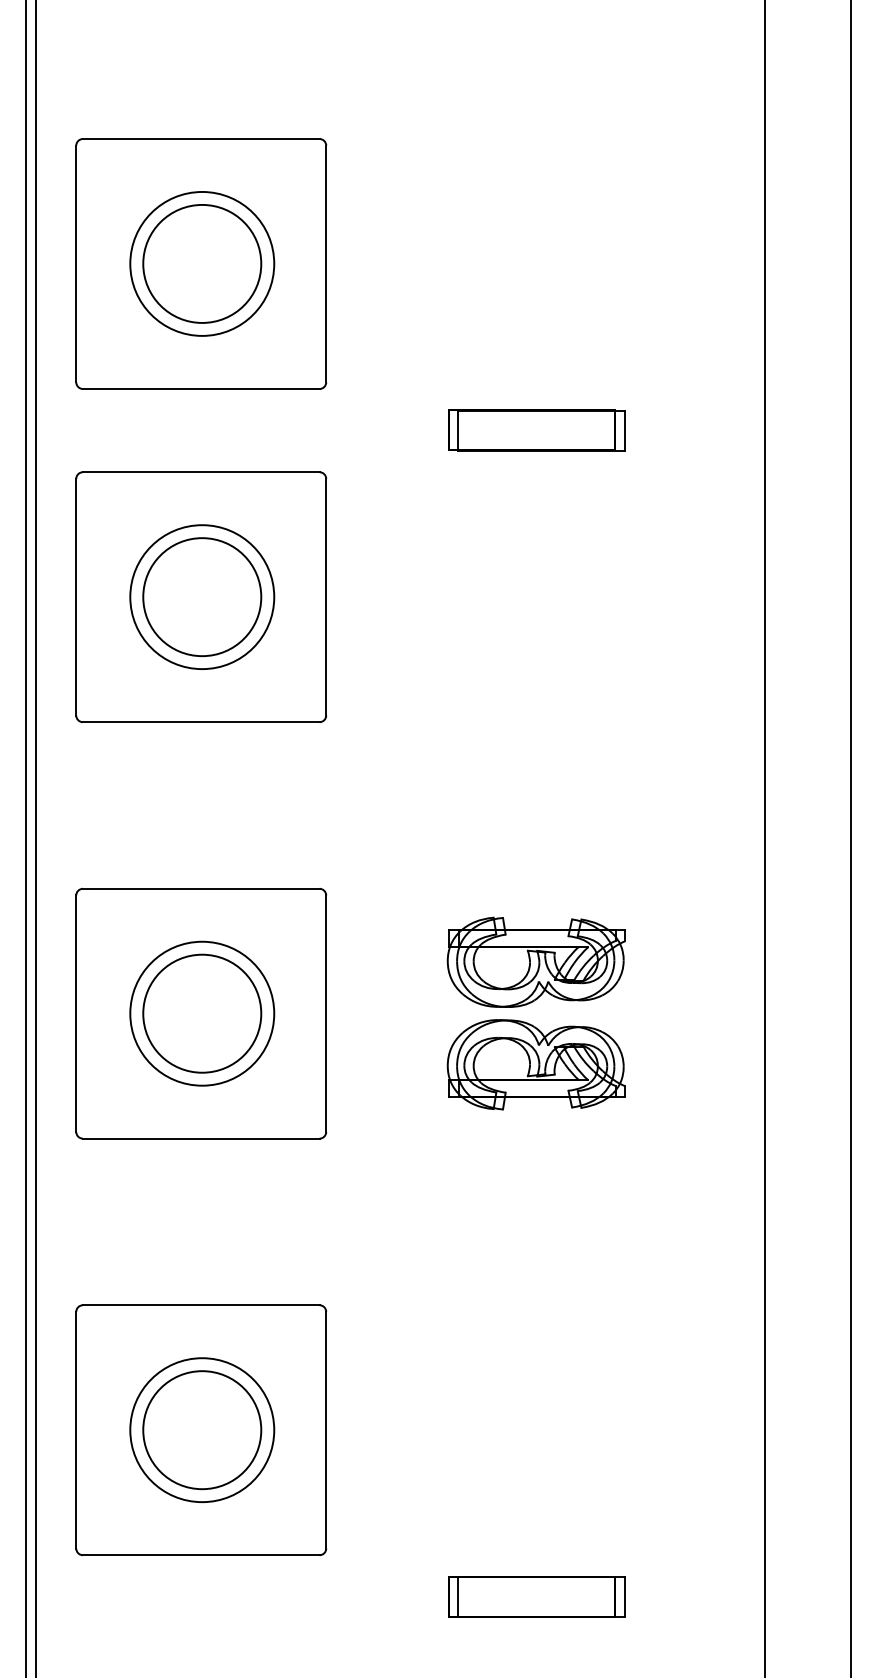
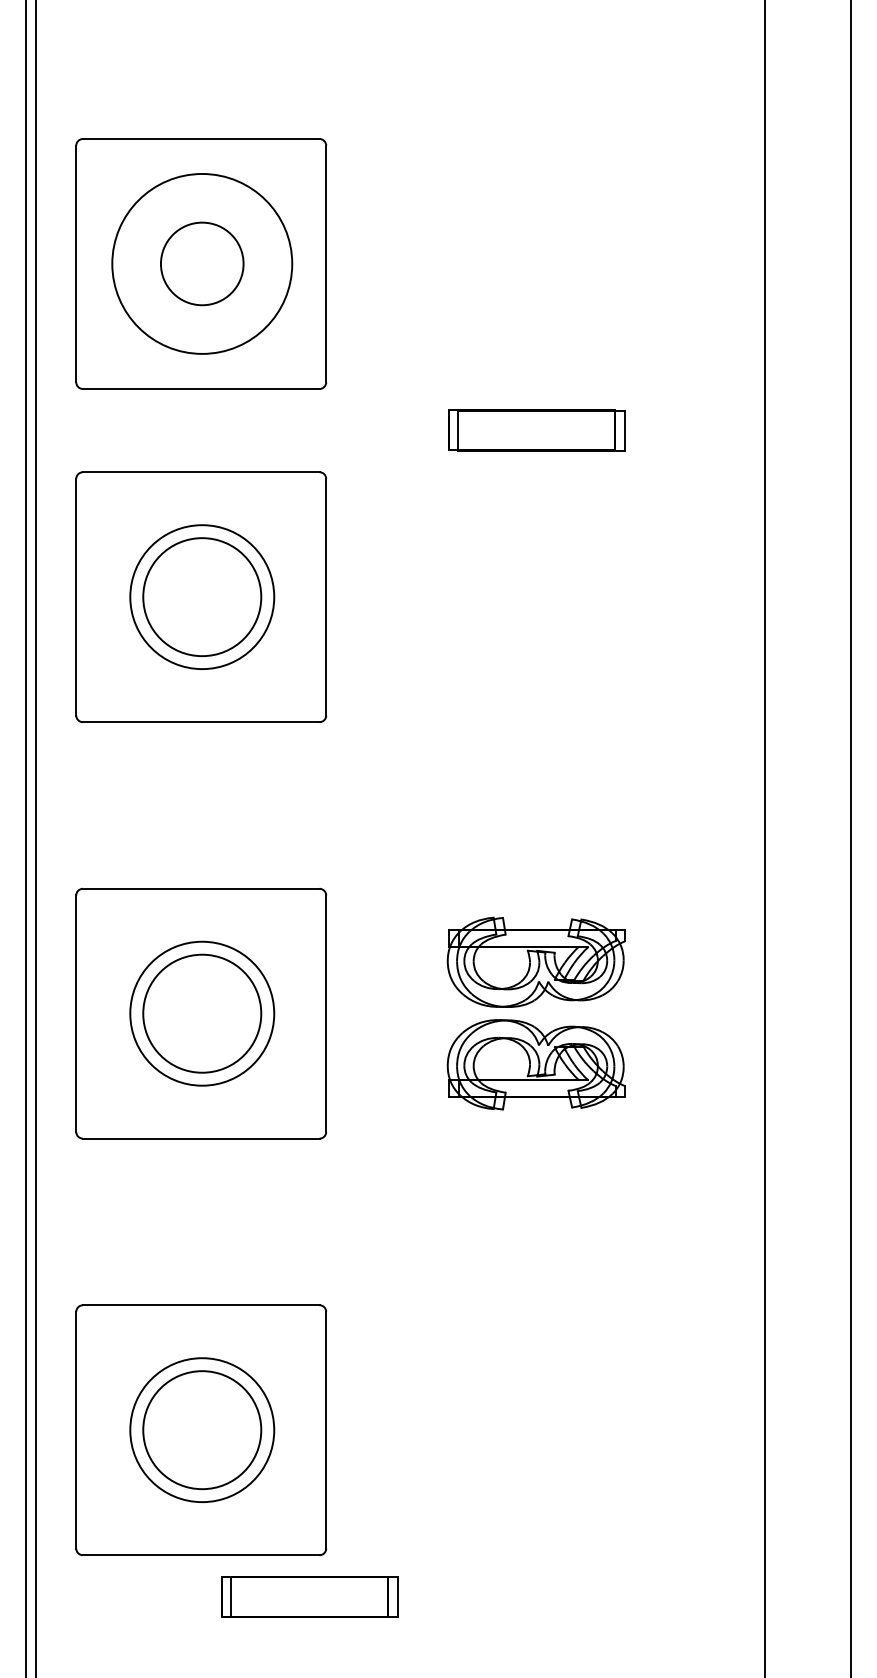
circle at (202, 263) diameter: 118 px -> 83 px
circle at (202, 263) diameter: 144 px -> 180 px
part at (536, 1596) position: (536, 1596) -> (309, 1596)
